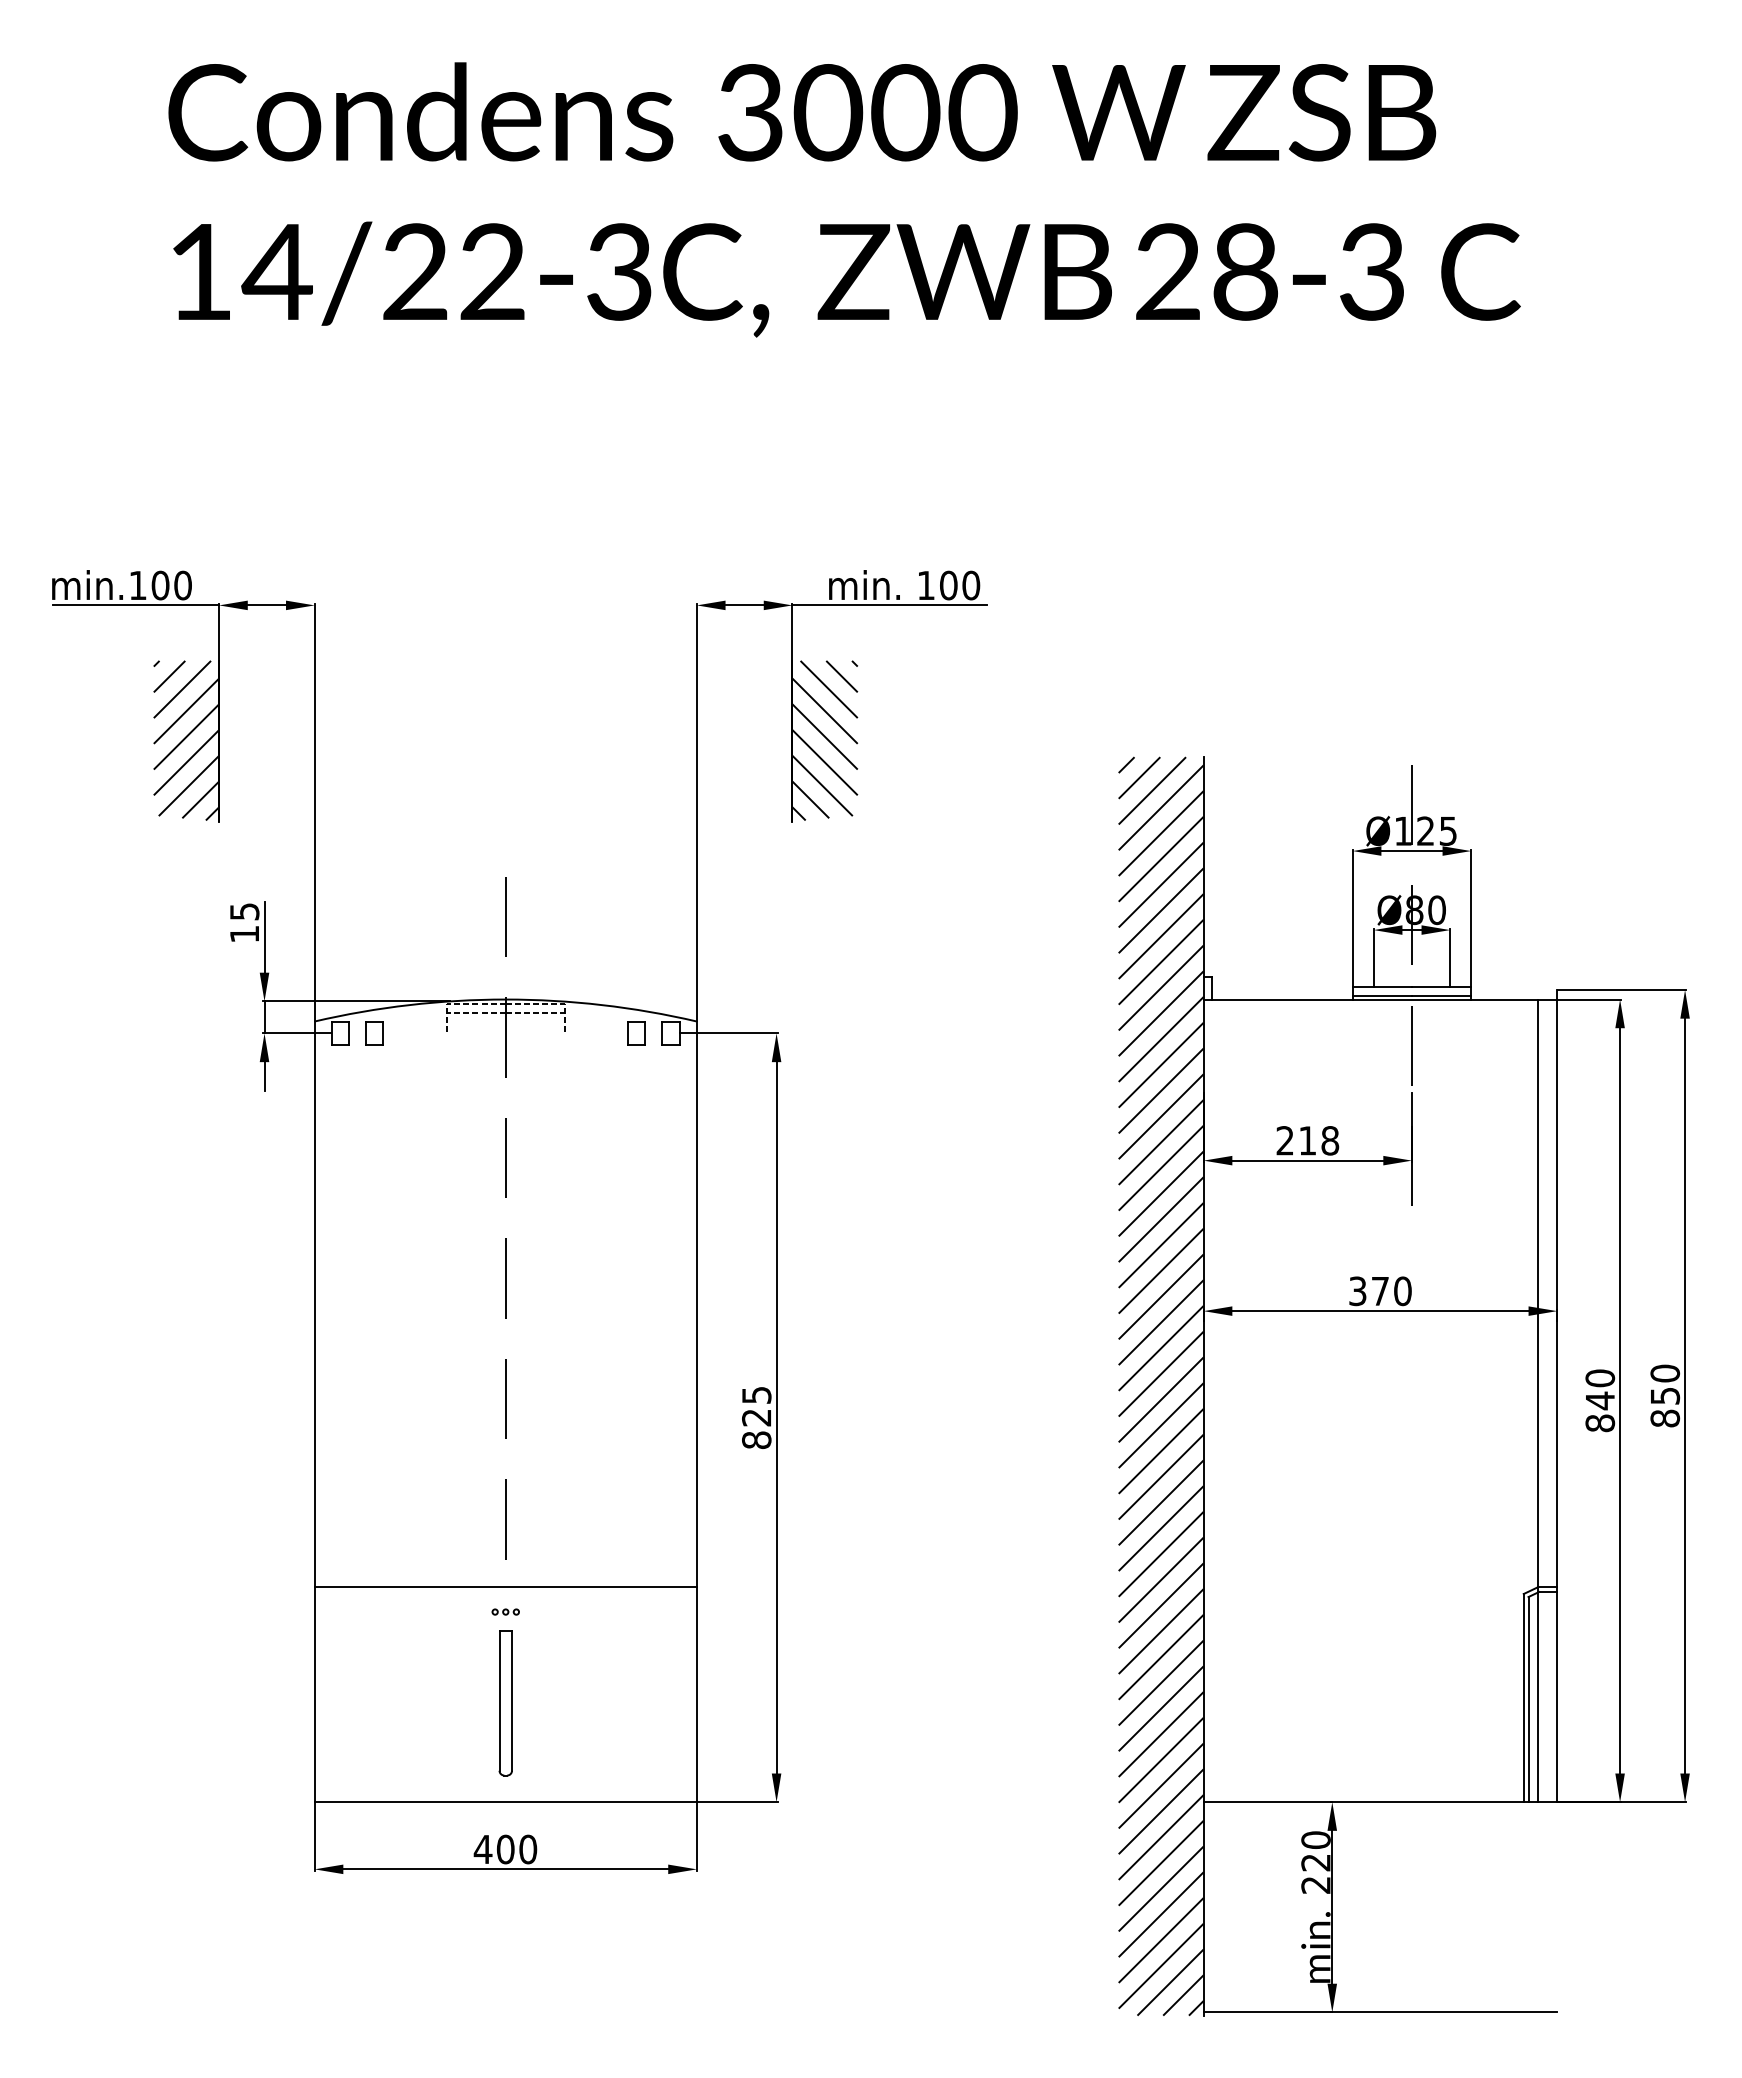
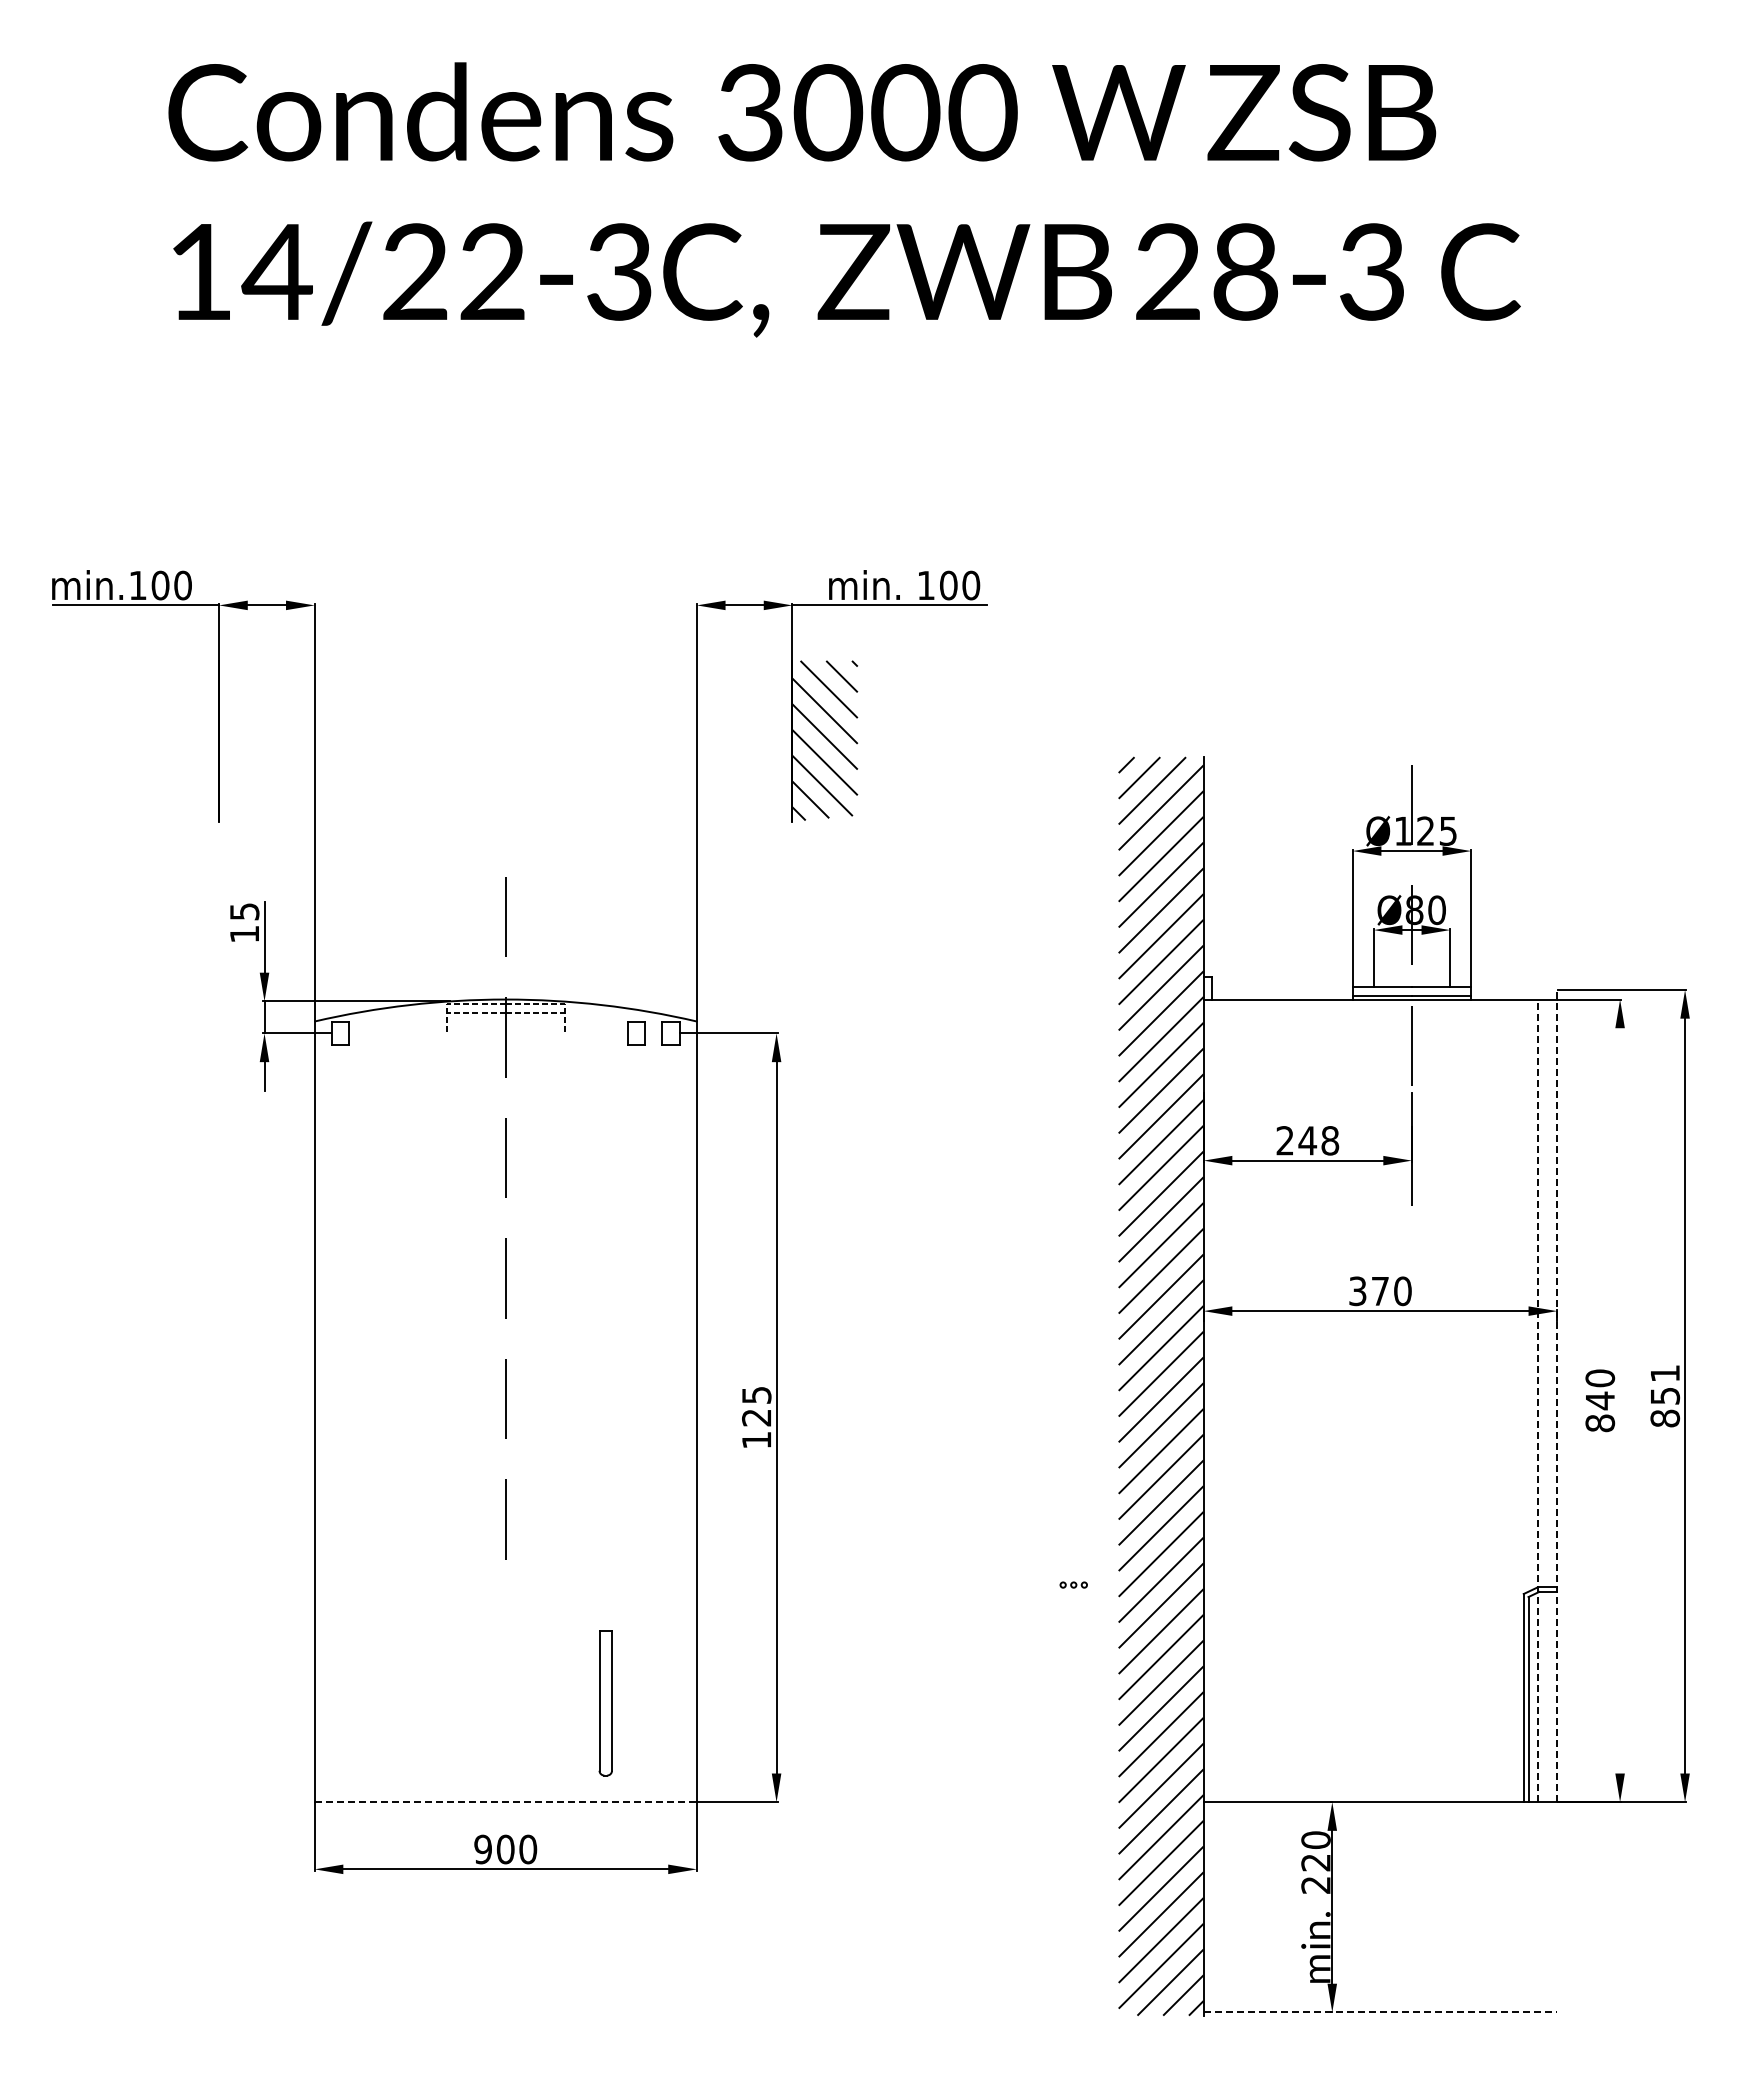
hatch at (186, 740): present -> none
part at (374, 1033): present -> none
text at (1307, 1140): 218 -> 248
text at (1665, 1373): 850 -> 851
line at (1557, 1395): solid -> dashed
line at (1538, 1400): solid -> dashed
line at (1620, 1400): present -> none
text at (756, 1439): 825 -> 125
line at (505, 1587): present -> none
part at (505, 1611) position: (505, 1611) -> (1073, 1584)
part at (505, 1703) position: (505, 1703) -> (605, 1703)
line at (506, 1802): solid -> dashed
text at (482, 1849): 400 -> 900
line at (1380, 2012): solid -> dashed
